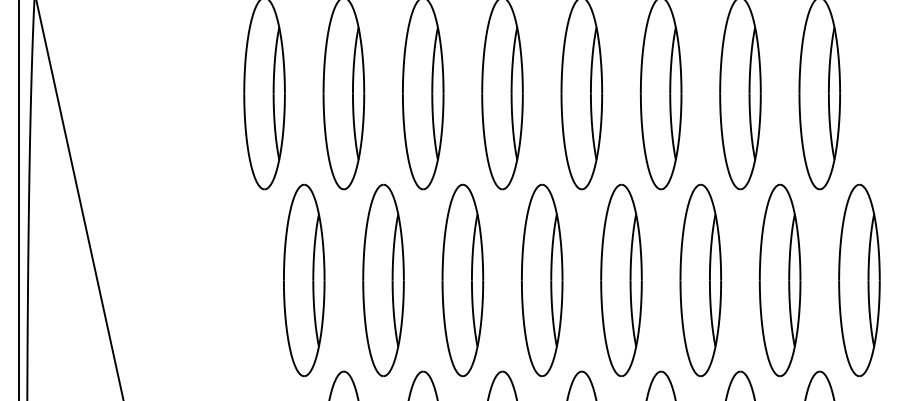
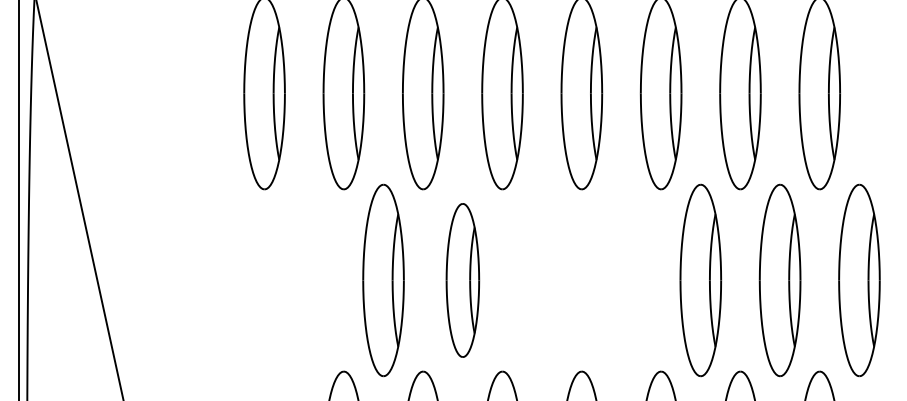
part at (304, 280): present -> none
part at (462, 280) size: 44x195 px -> 36x155 px
part at (542, 280): present -> none
part at (621, 280): present -> none
